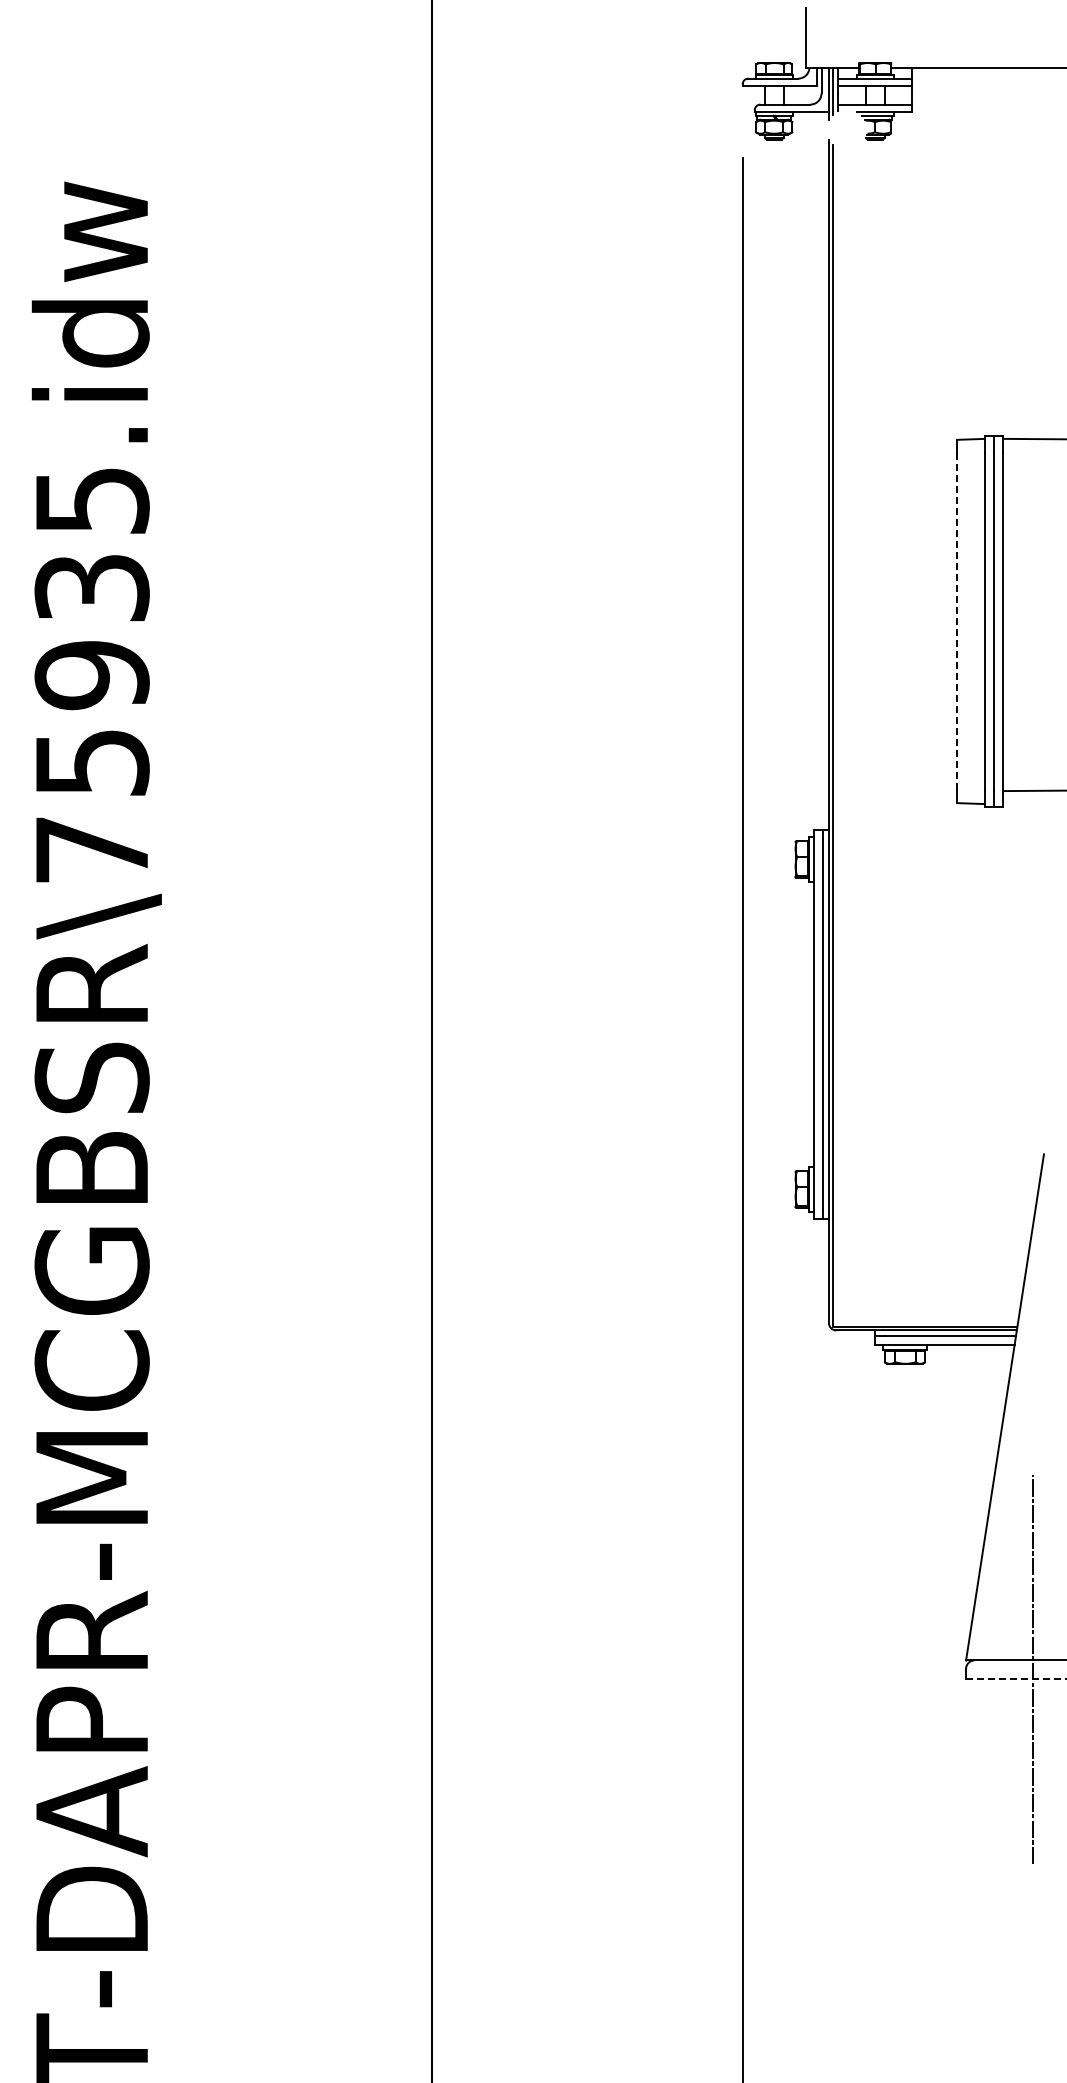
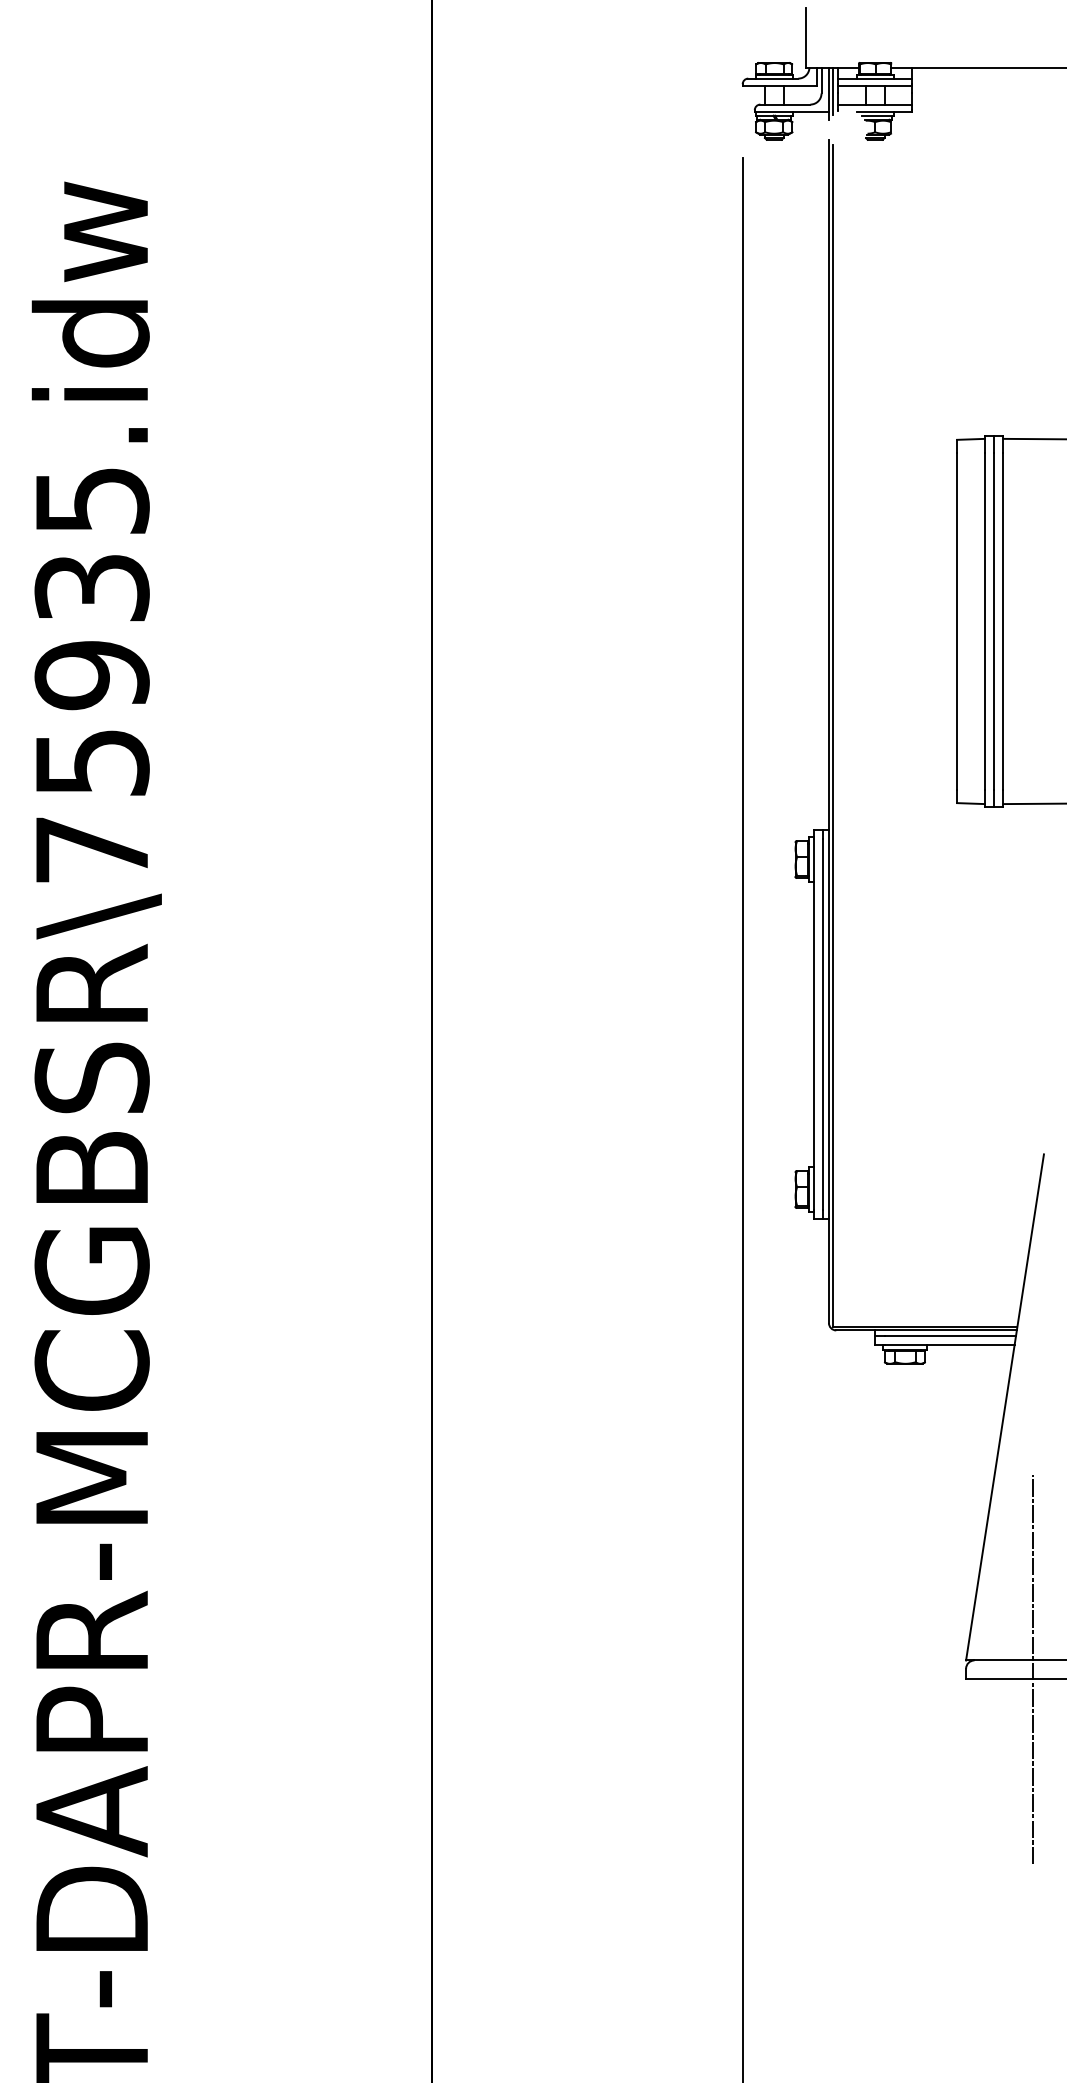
line at (957, 620): dashed -> solid
line at (1033, 790) position: (1033, 790) -> (1033, 803)
line at (1015, 1678): dashed -> solid
